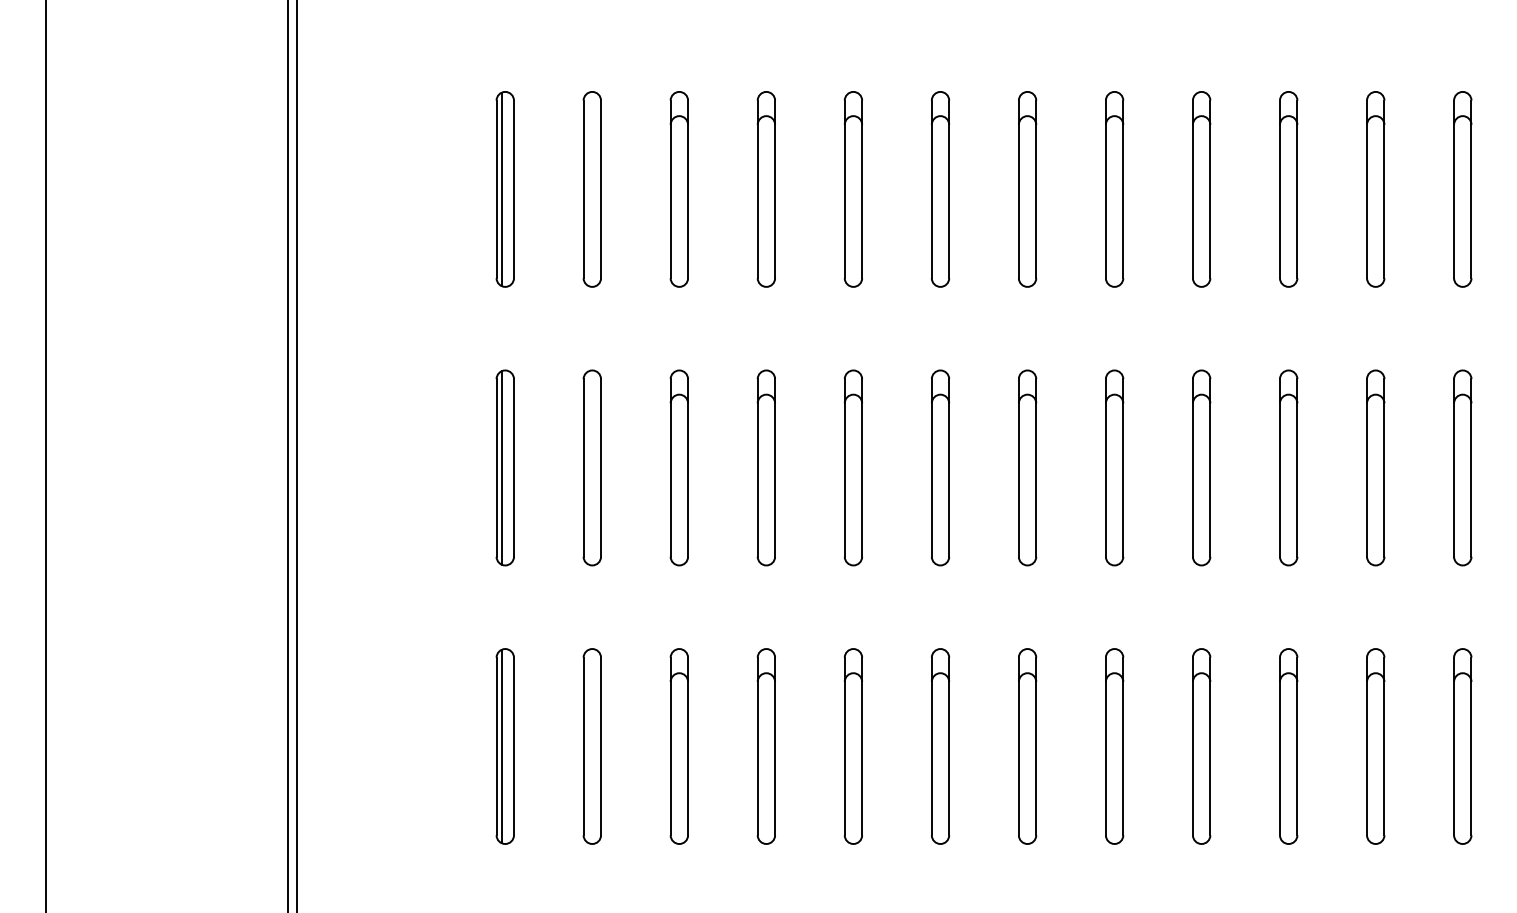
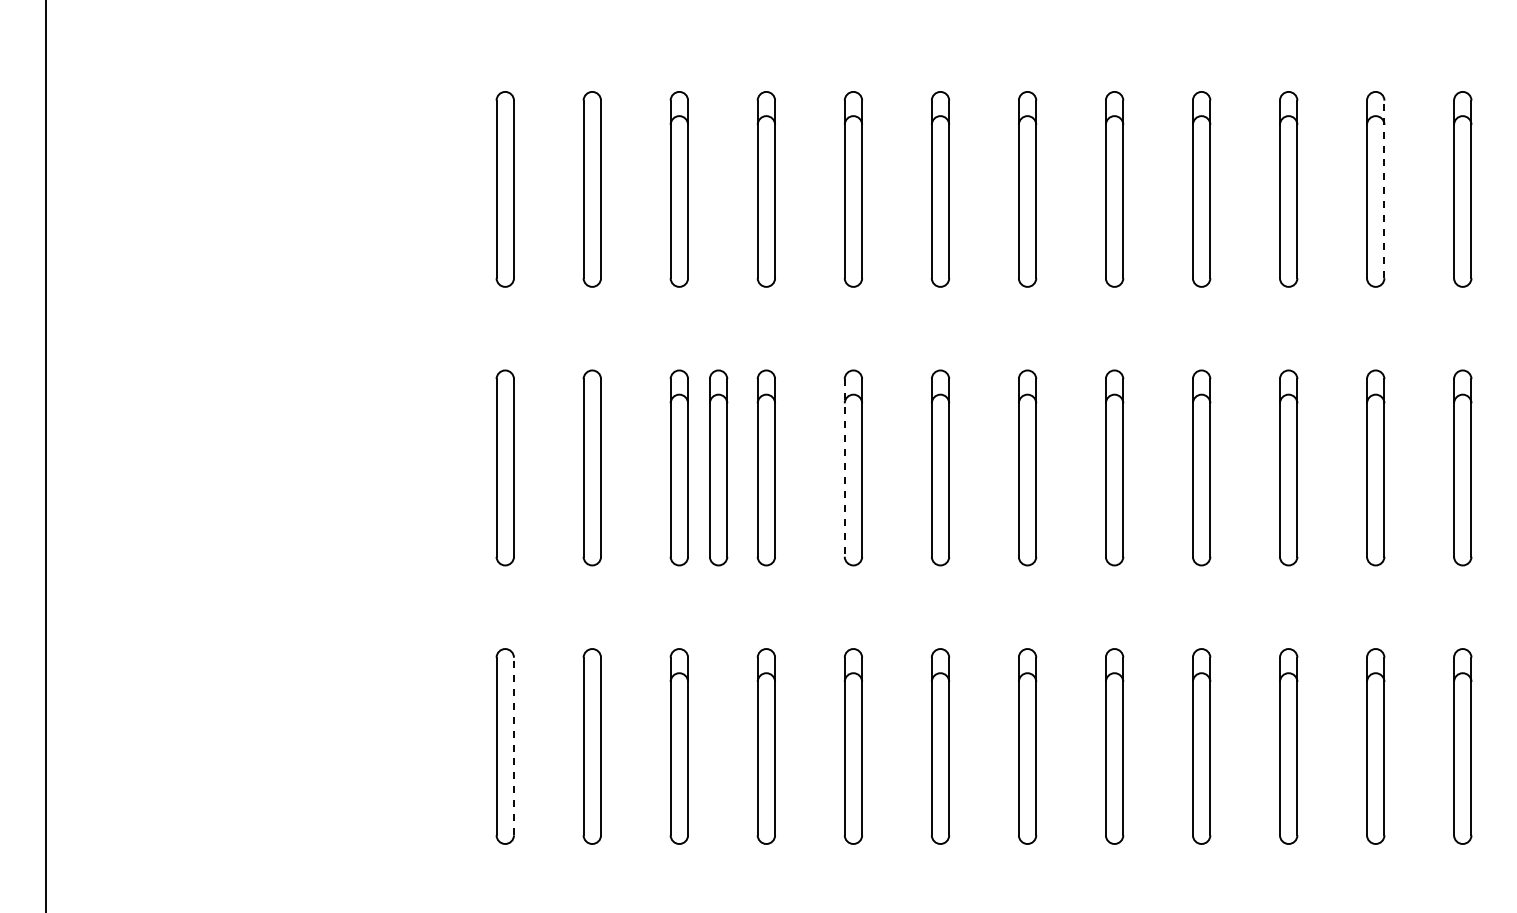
line at (501, 189): present -> none
line at (1384, 189): solid -> dashed
line at (287, 455): present -> none
line at (297, 455): present -> none
line at (501, 467): present -> none
part at (718, 467): none -> present
line at (844, 467): solid -> dashed
line at (501, 746): present -> none
line at (513, 746): solid -> dashed
